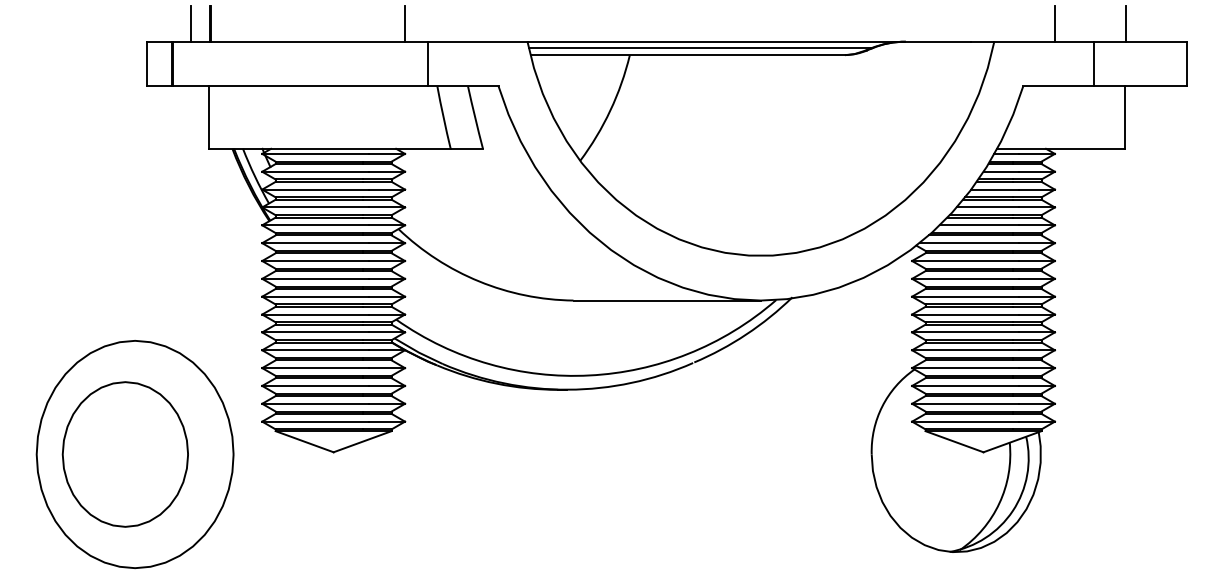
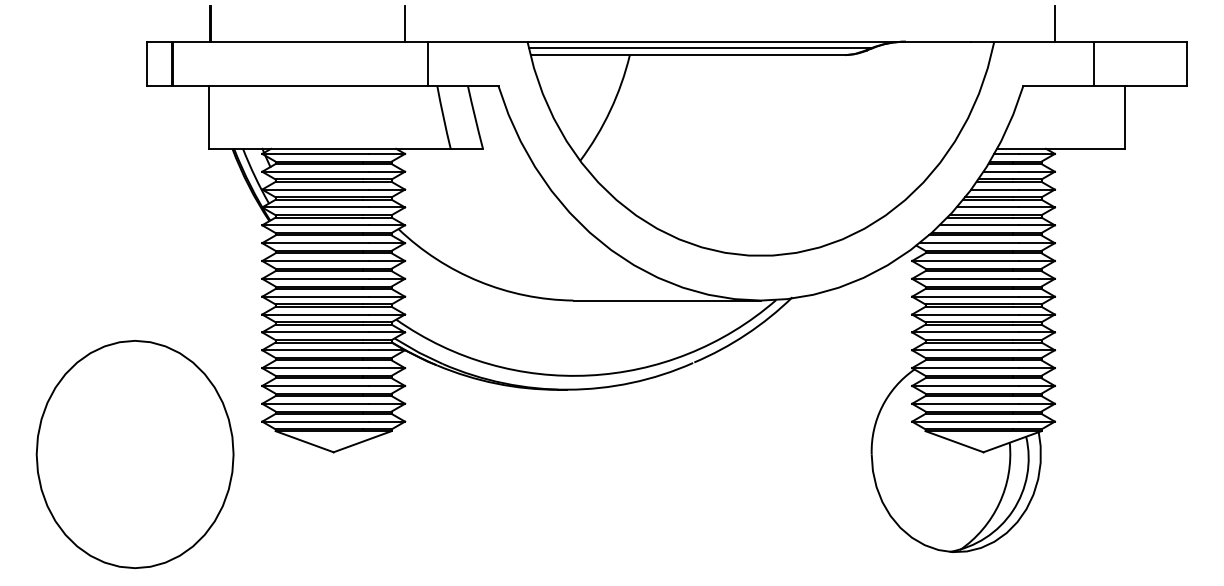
line at (190, 23): present -> none
line at (1126, 23): present -> none
part at (124, 454): present -> none
